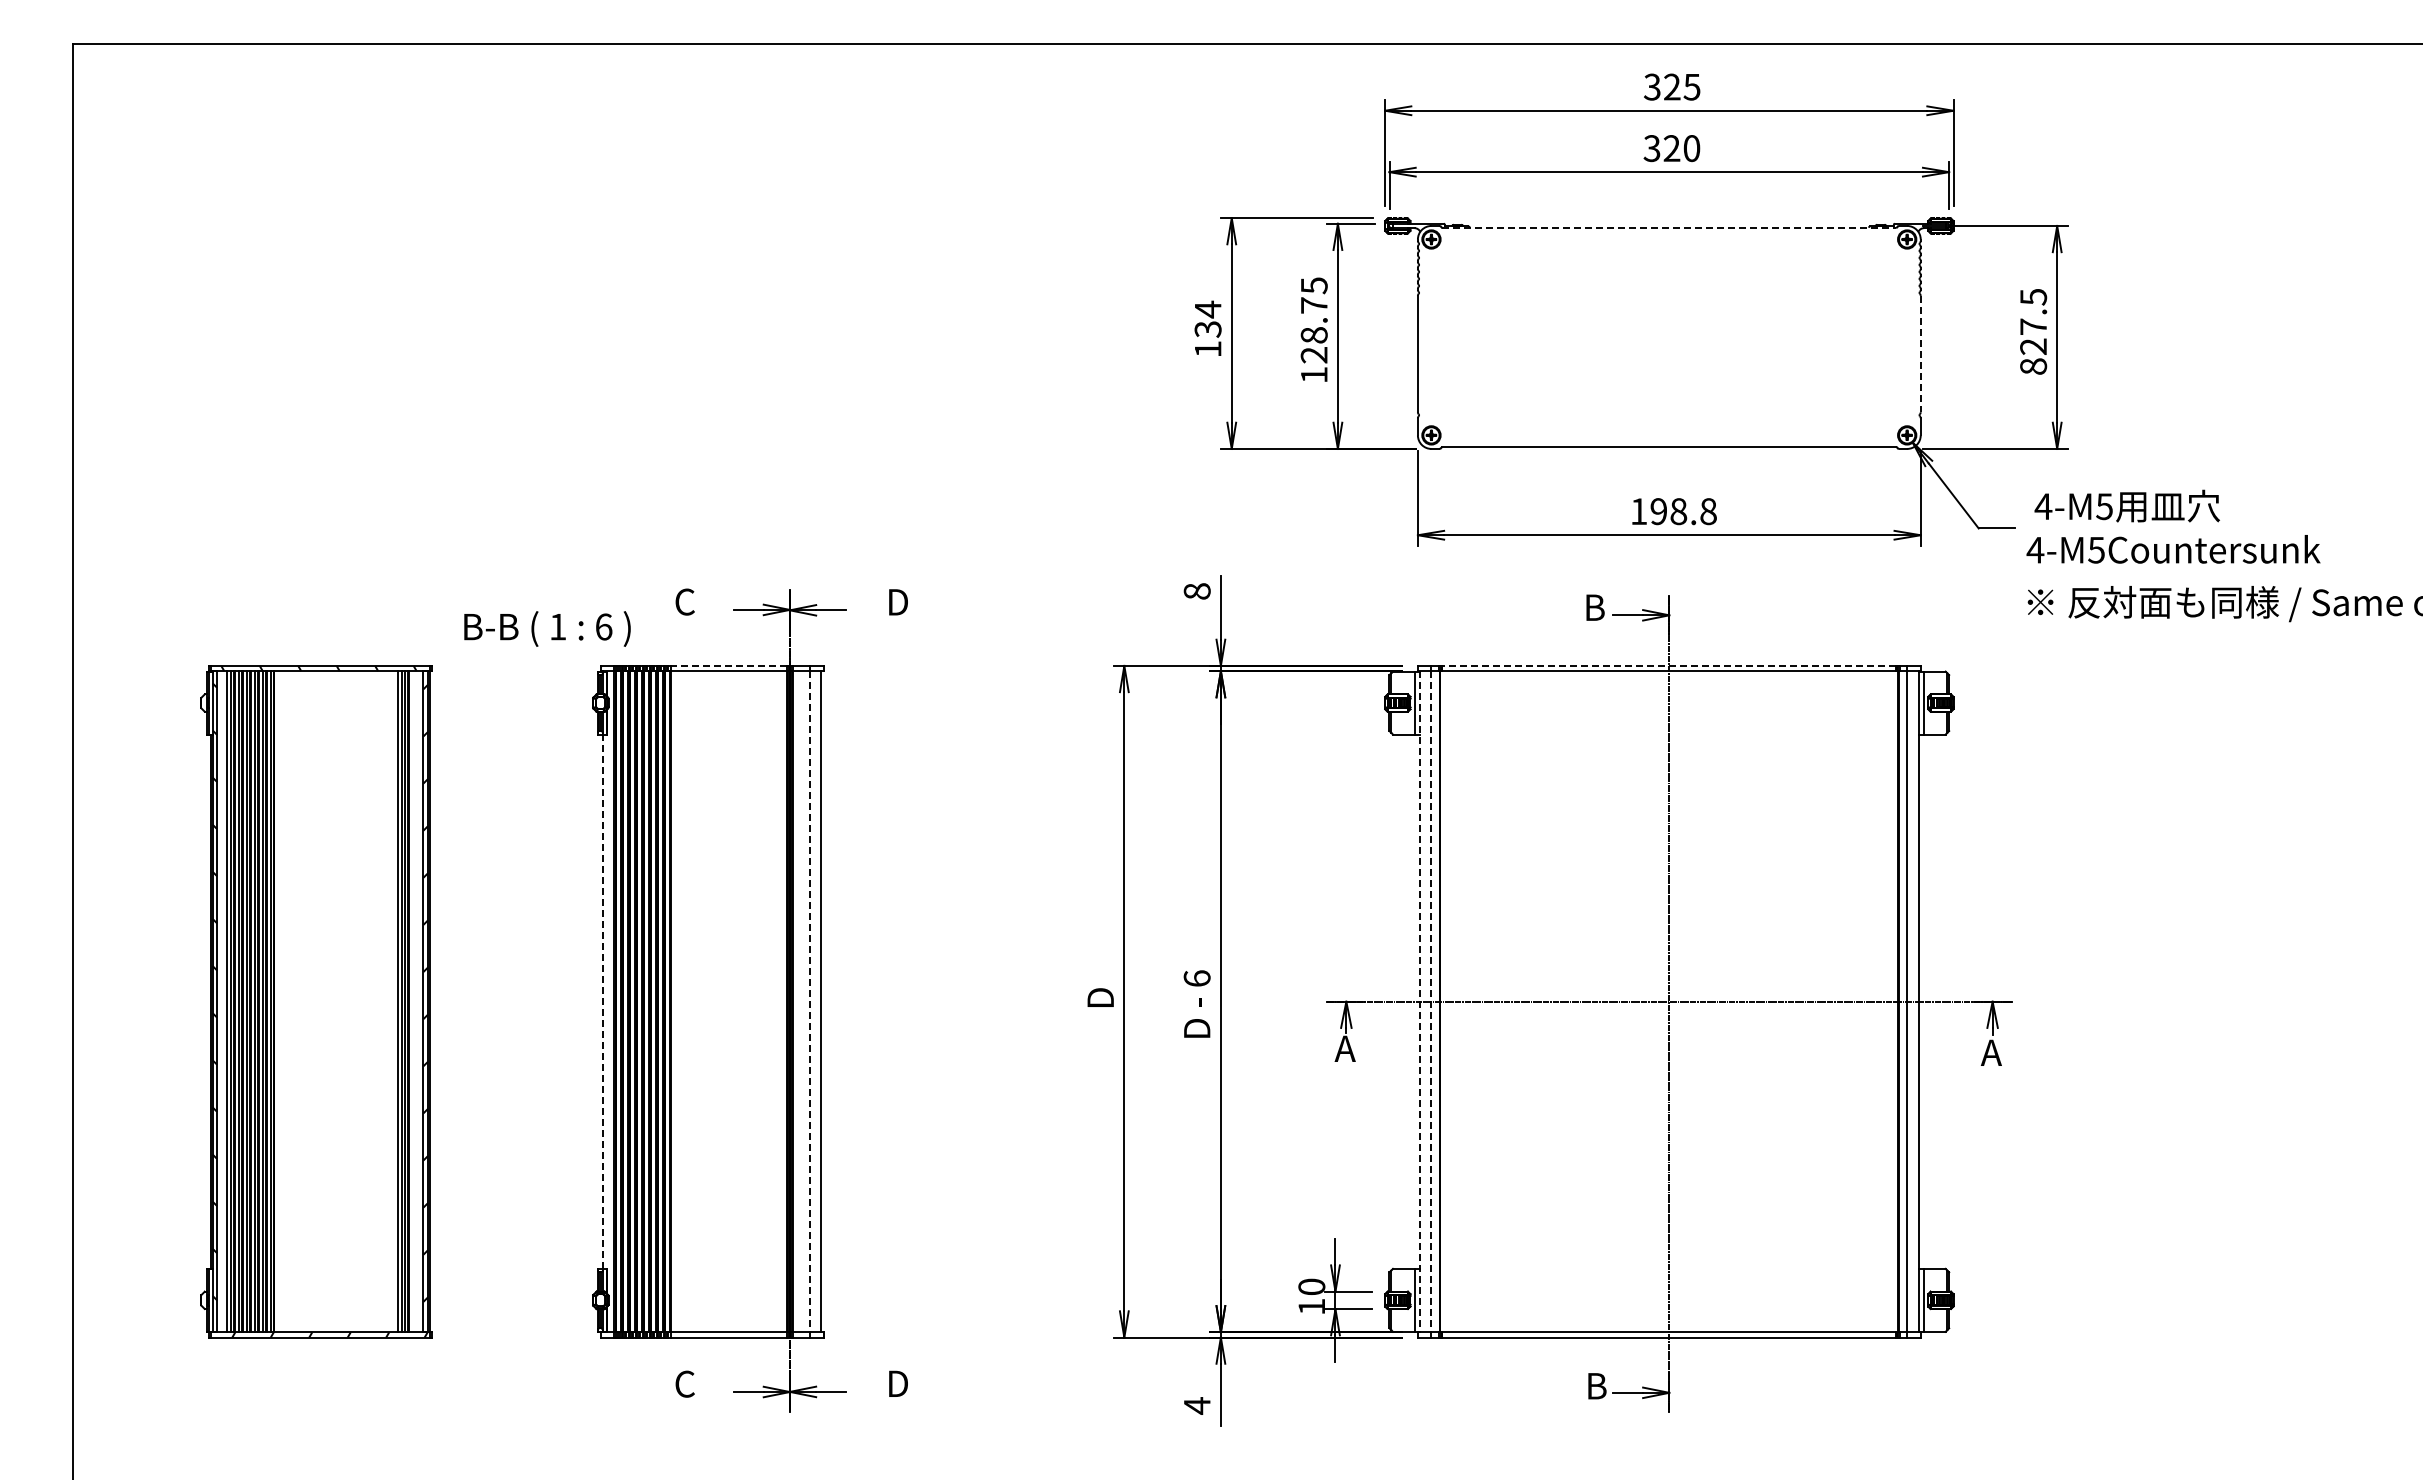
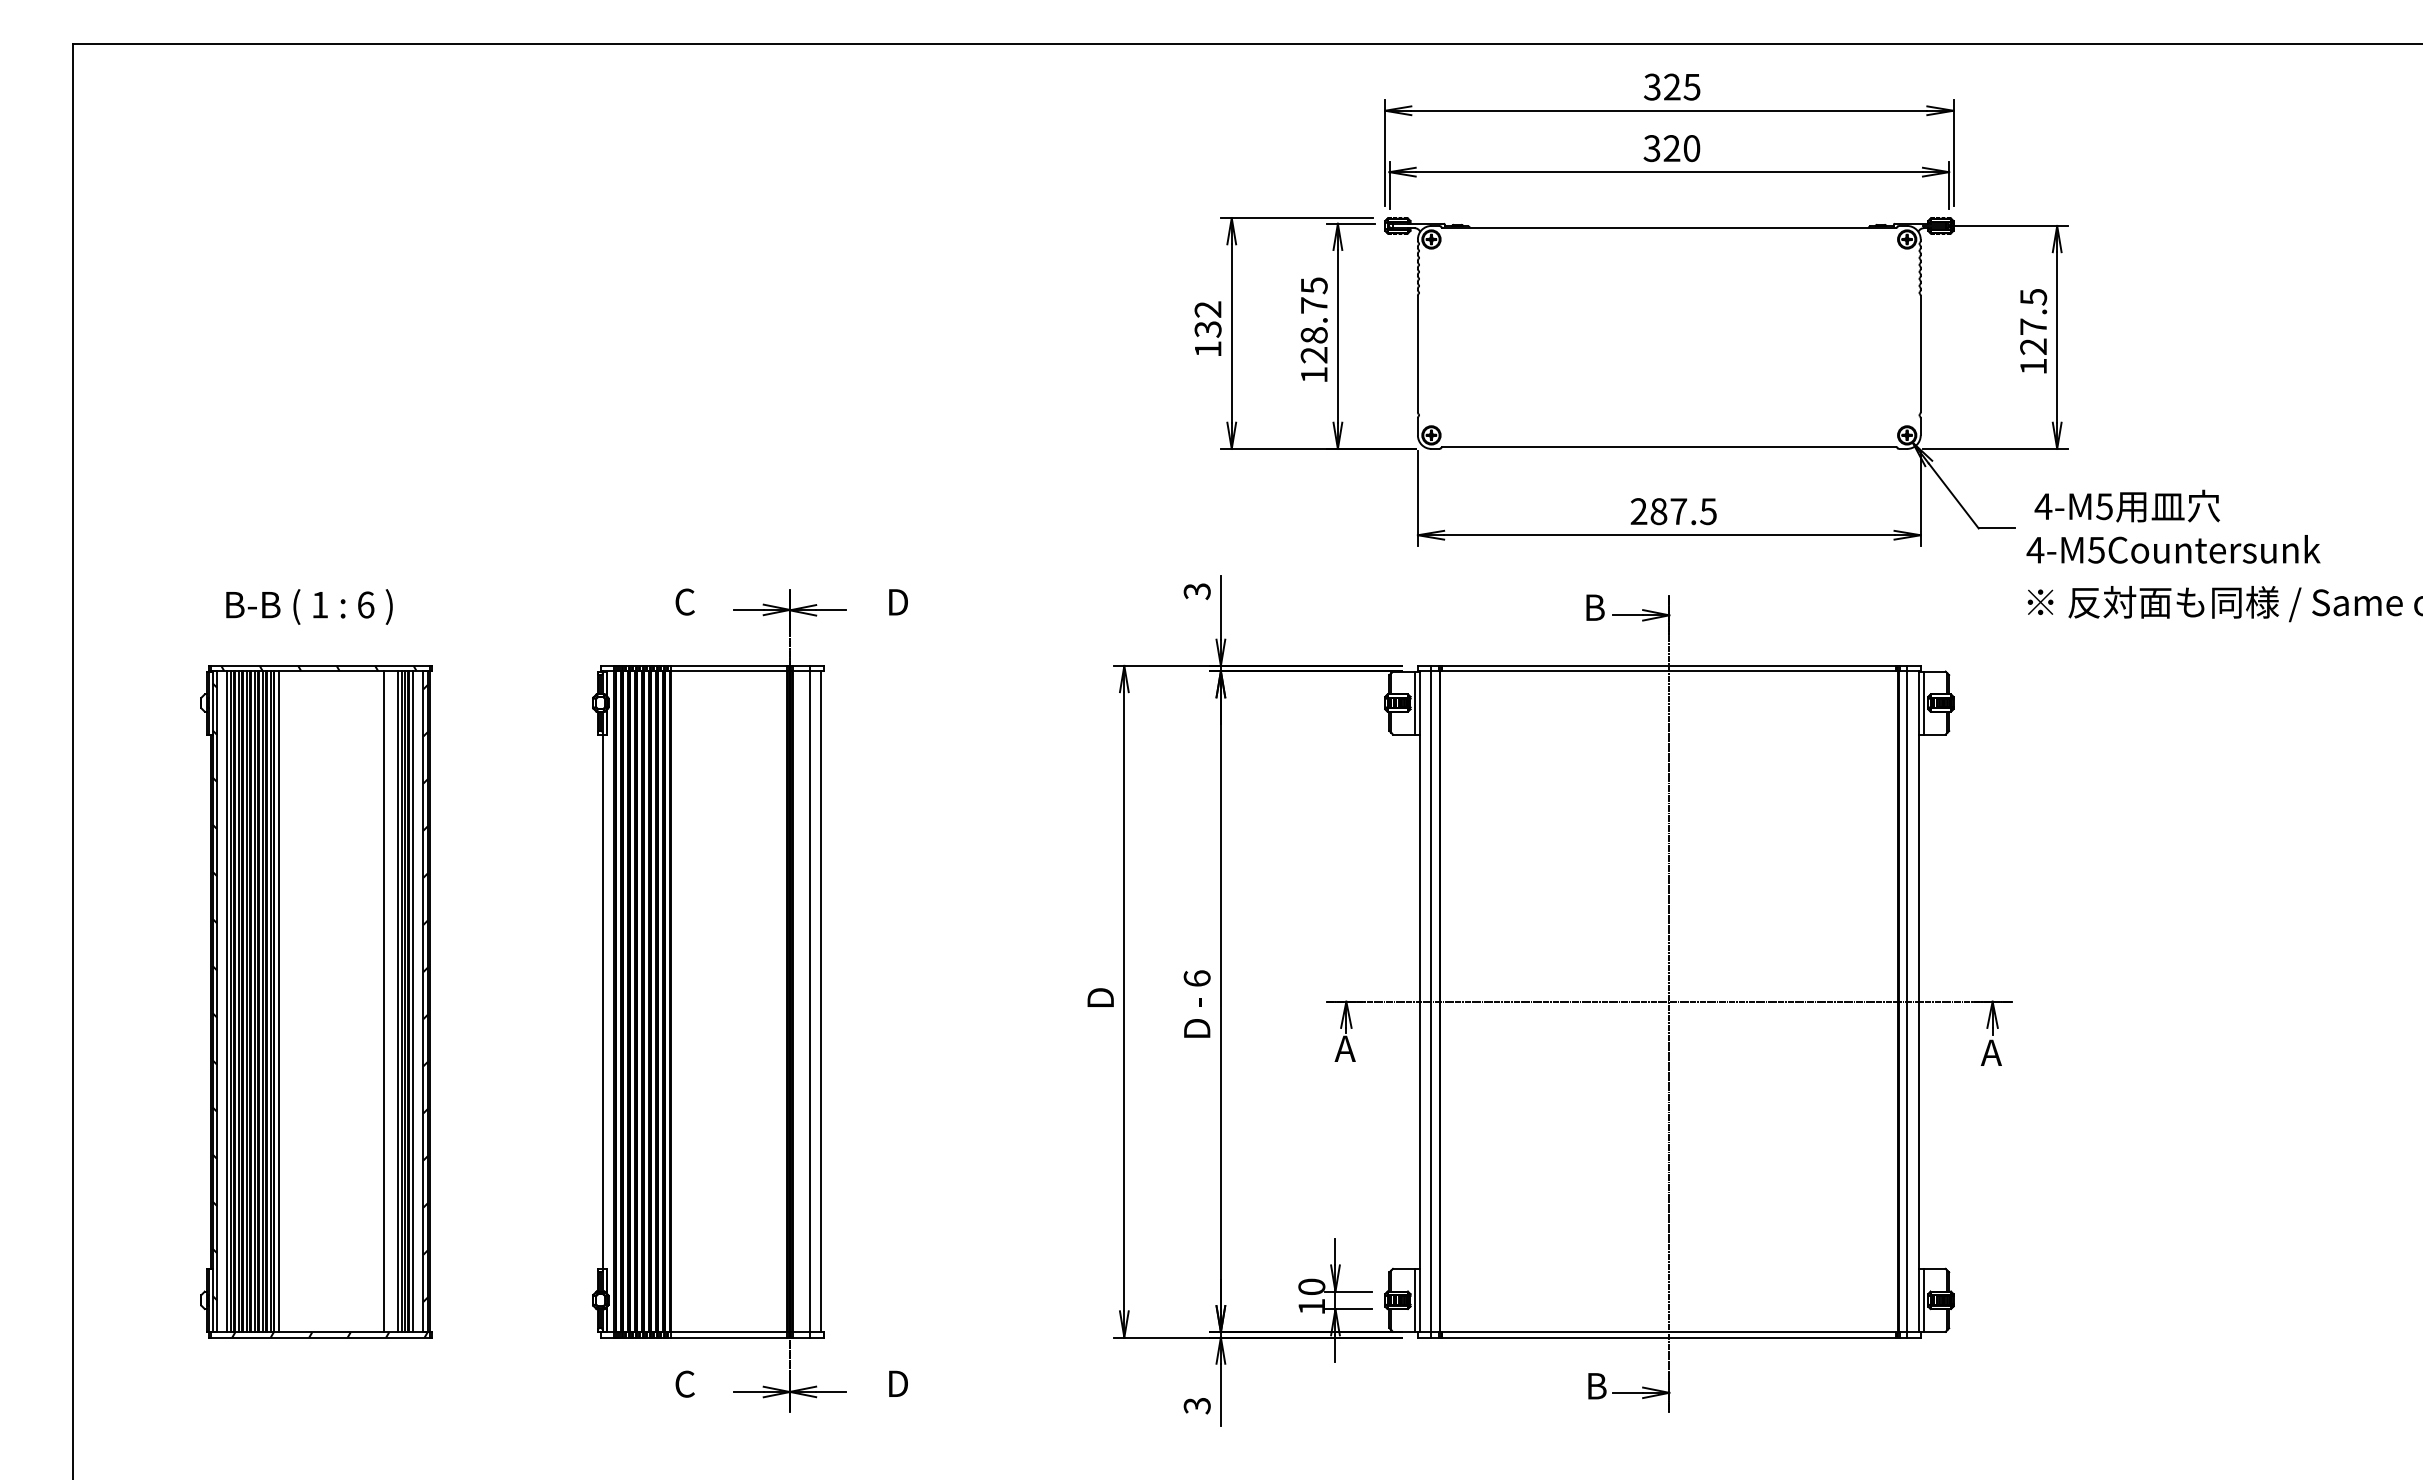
line at (1669, 227): dashed -> solid
text at (1207, 309): 134 -> 132
line at (1920, 354): dashed -> solid
text at (2033, 366): 827.5 -> 127.5
text at (1673, 511): 198.8 -> 287.5
text at (1196, 591): 8 -> 3
text at (547, 628) position: (547, 628) -> (309, 606)
line at (728, 665): dashed -> solid
line at (1668, 665): dashed -> solid
line at (278, 1001): none -> present
line at (384, 1001): none -> present
line at (413, 1001): none -> present
line at (602, 1001): dashed -> solid
line at (810, 1001): dashed -> solid
line at (1420, 1001): dashed -> solid
line at (1431, 1001): dashed -> solid
text at (1196, 1405): 4 -> 3
